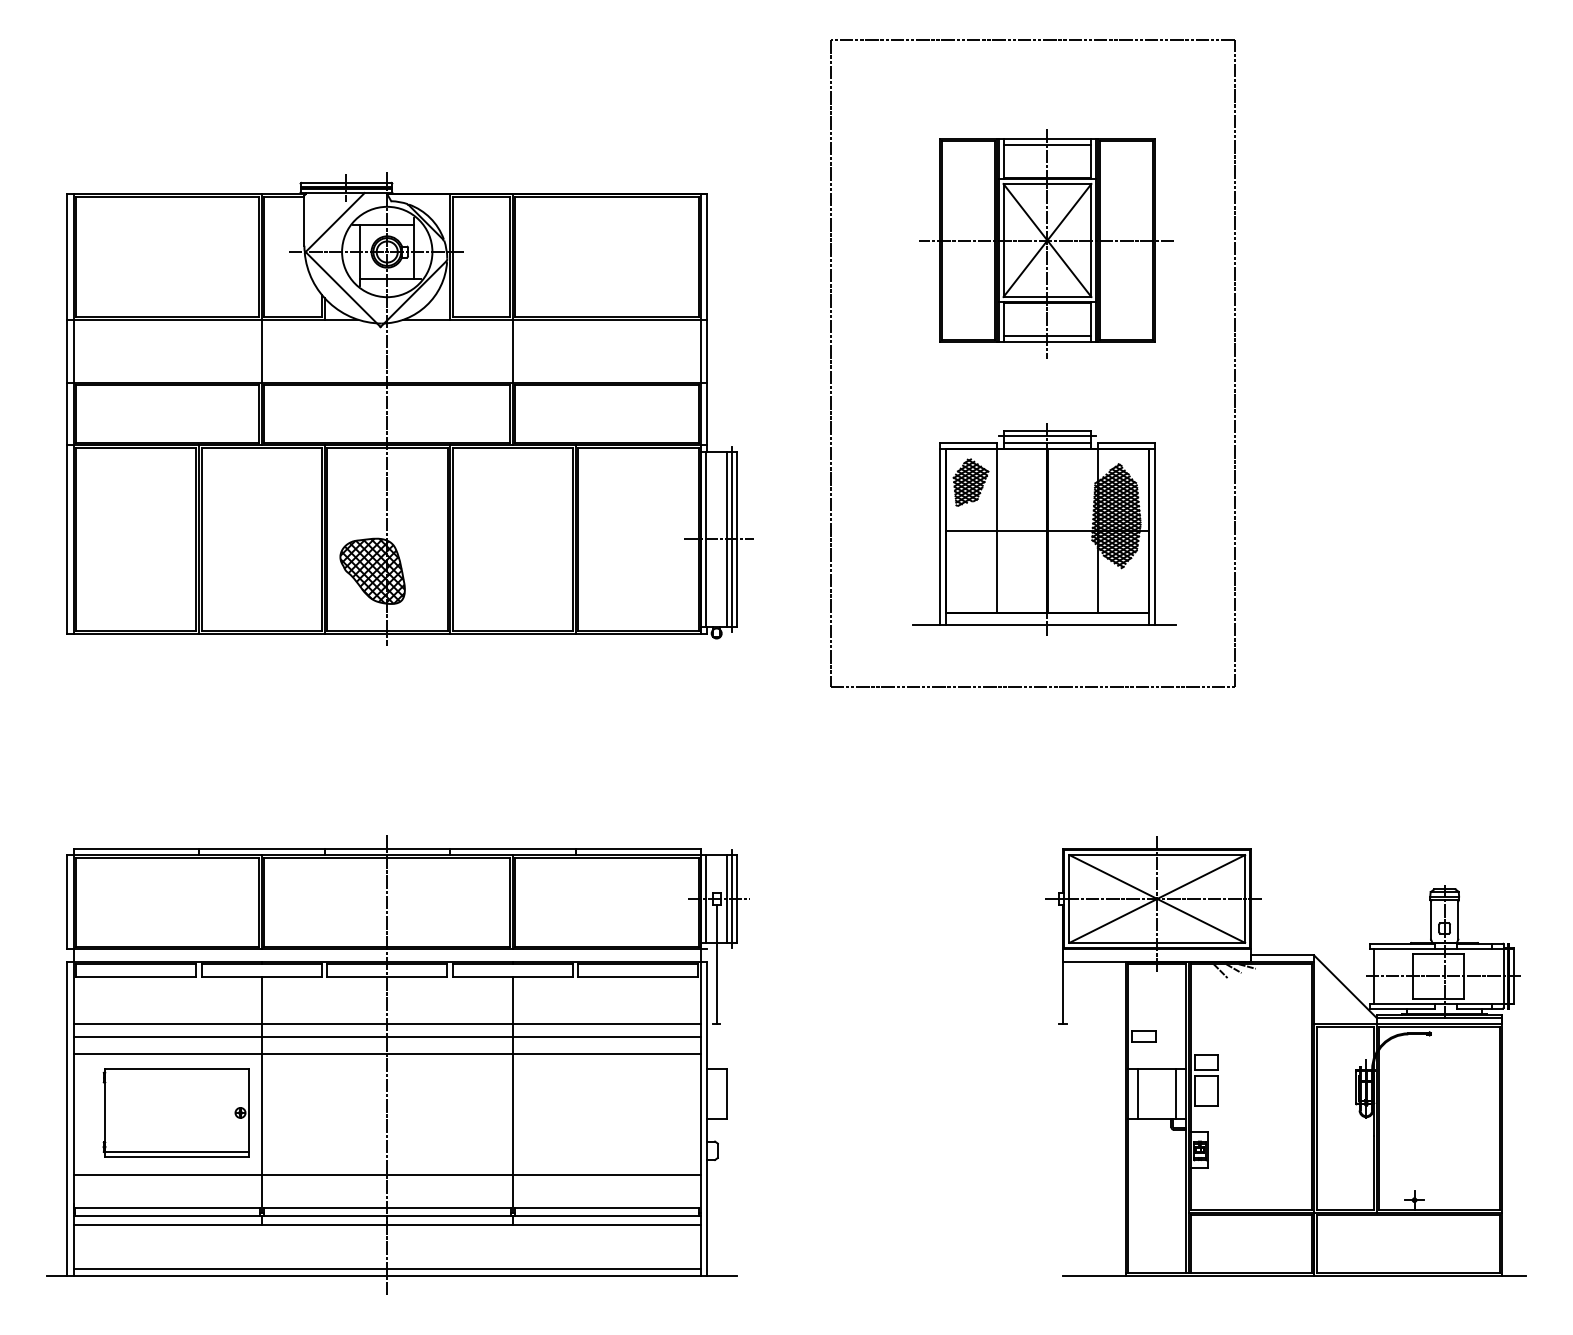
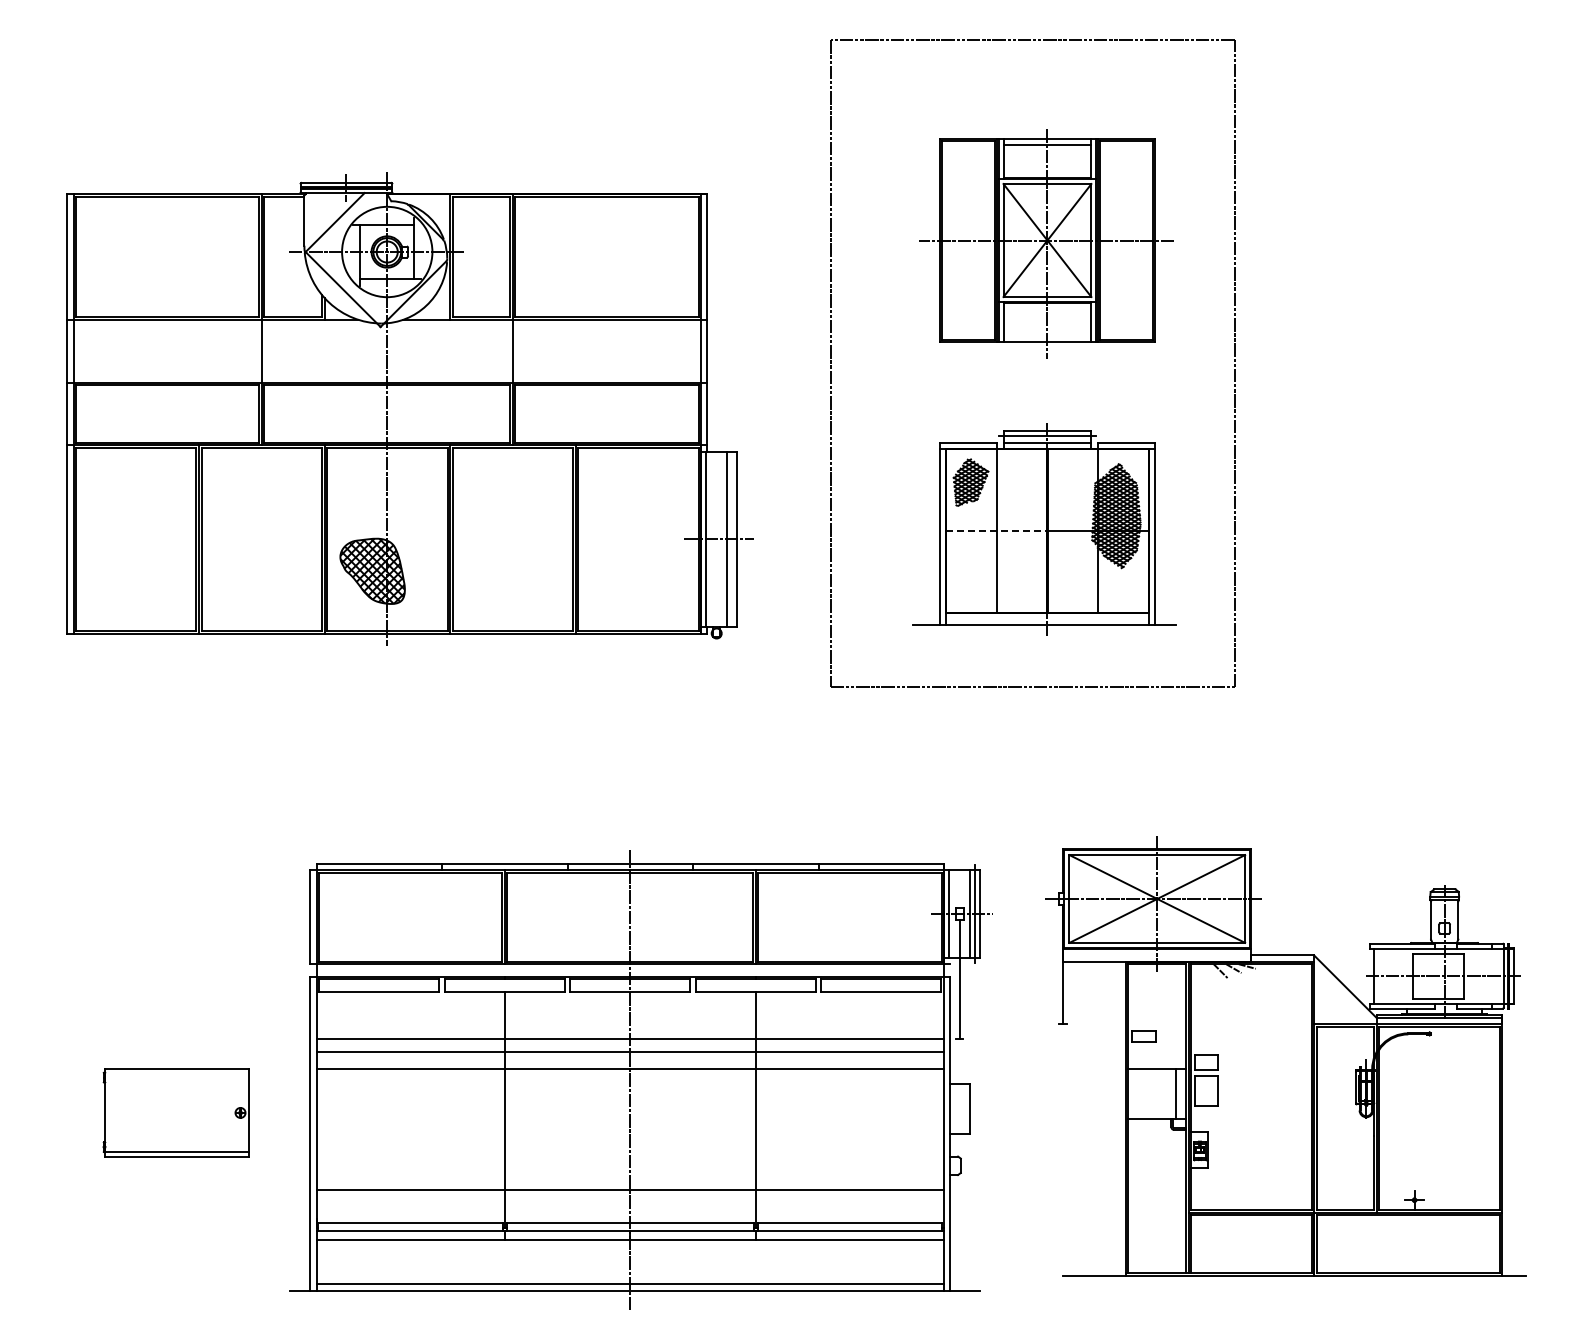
line at (1047, 335): present -> none
line at (997, 531): solid -> dashed
line at (732, 539): present -> none
part at (397, 1064) position: (397, 1064) -> (640, 1079)
line at (1138, 1093): present -> none
